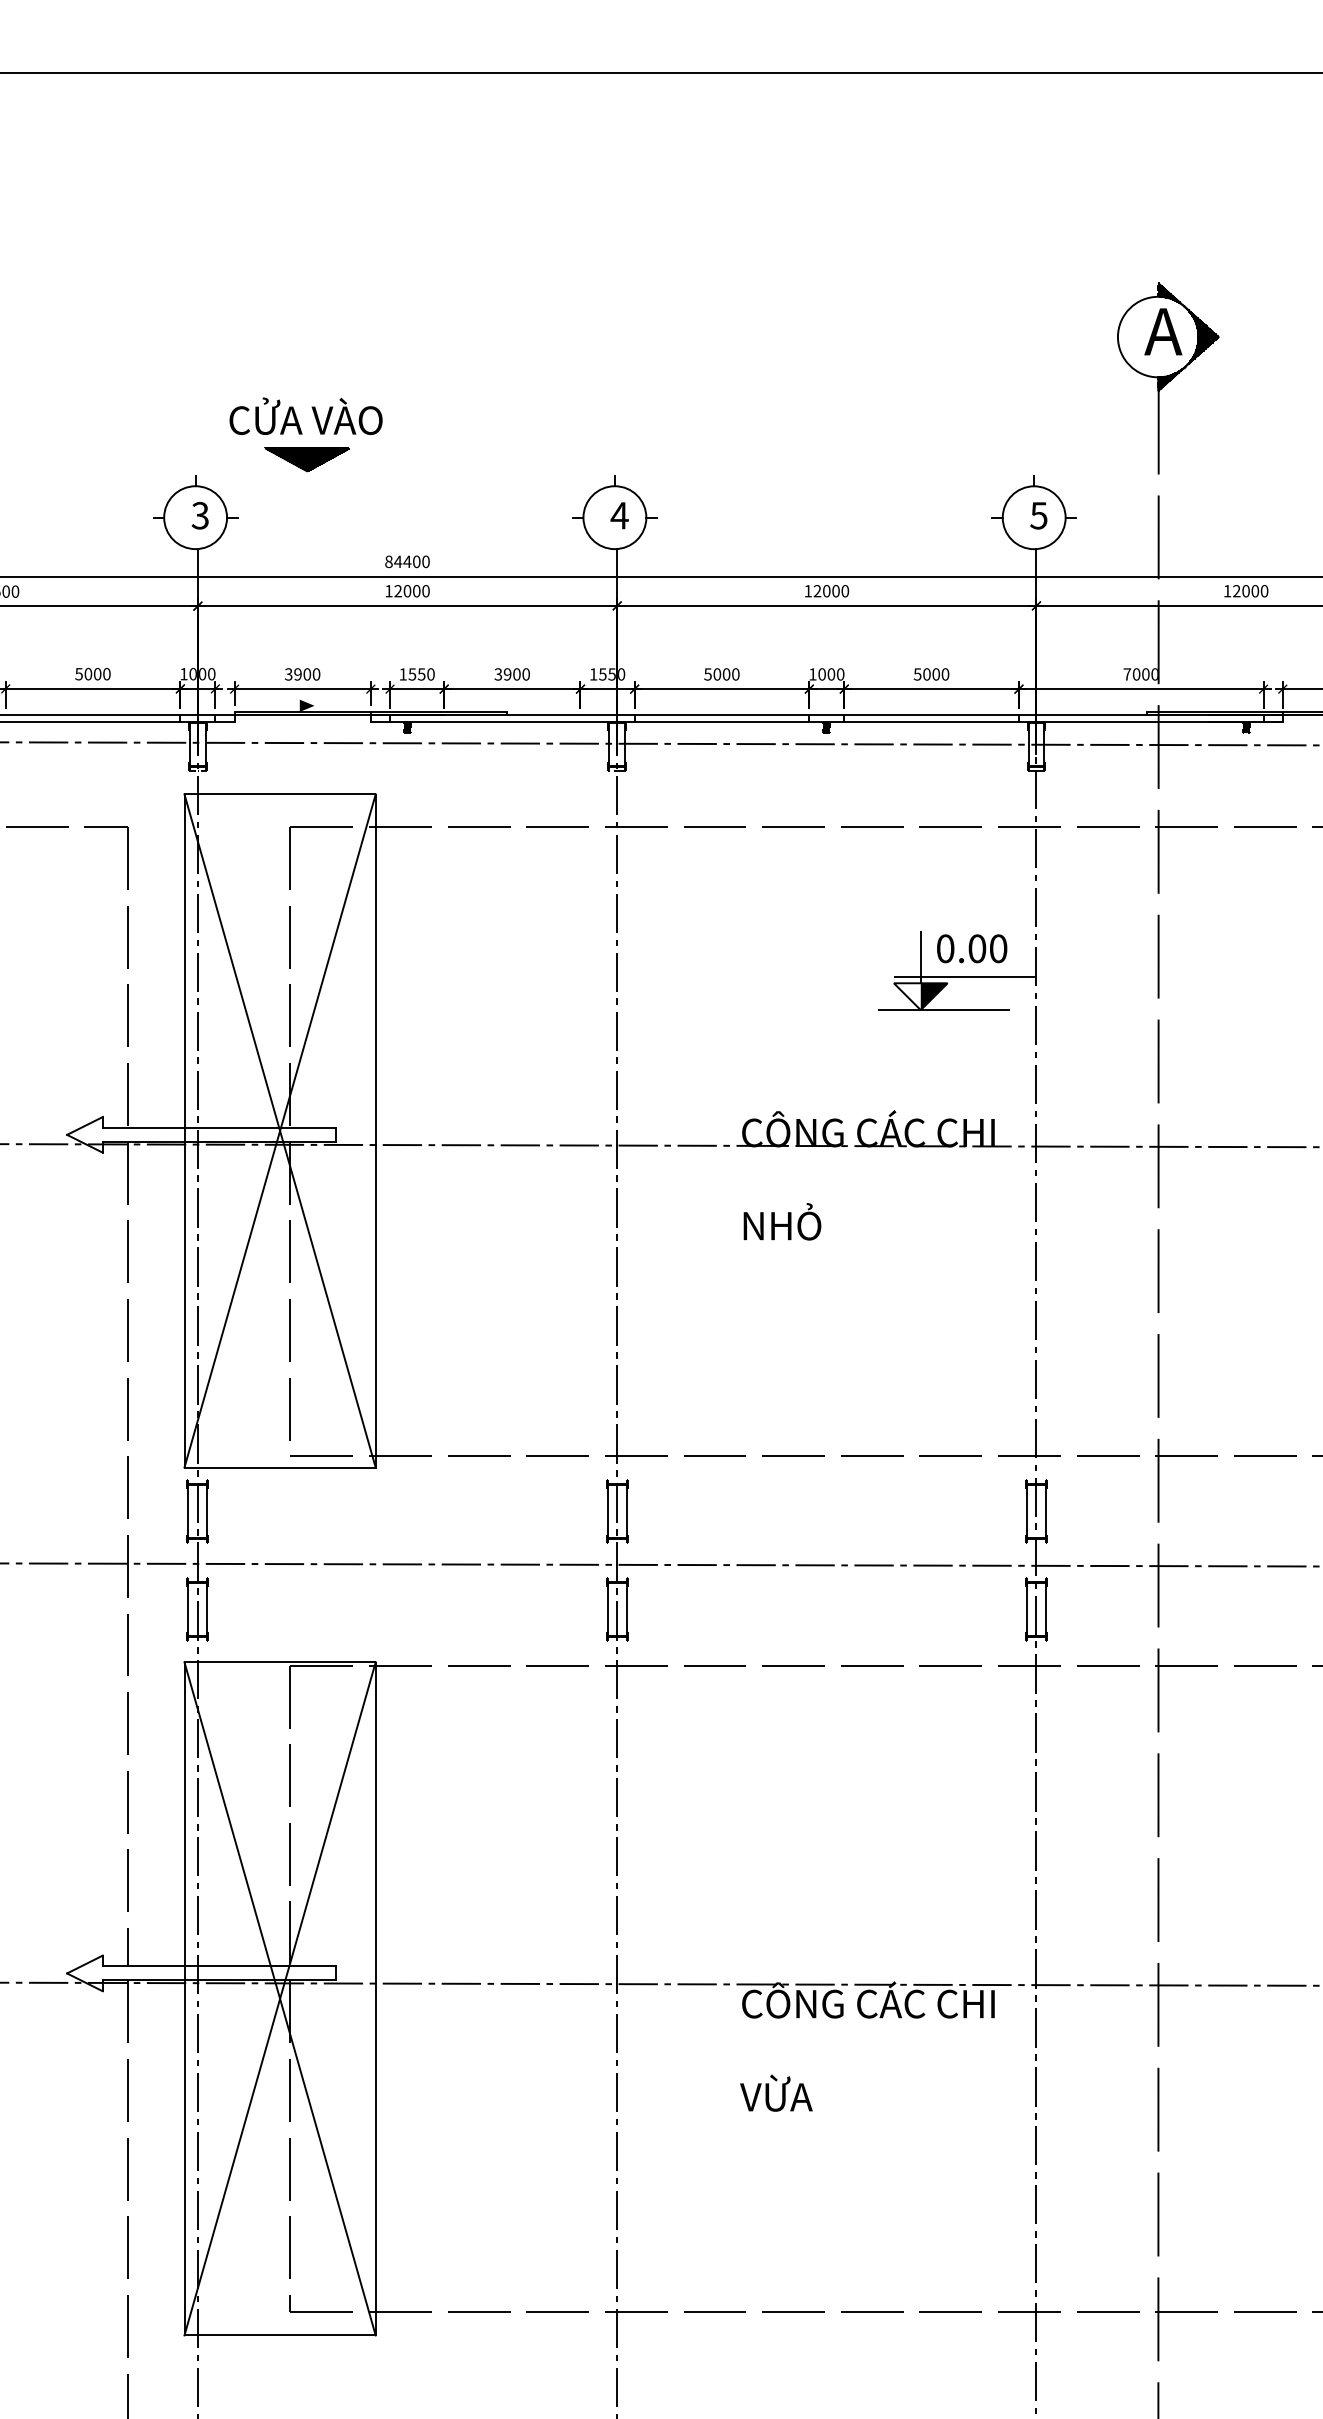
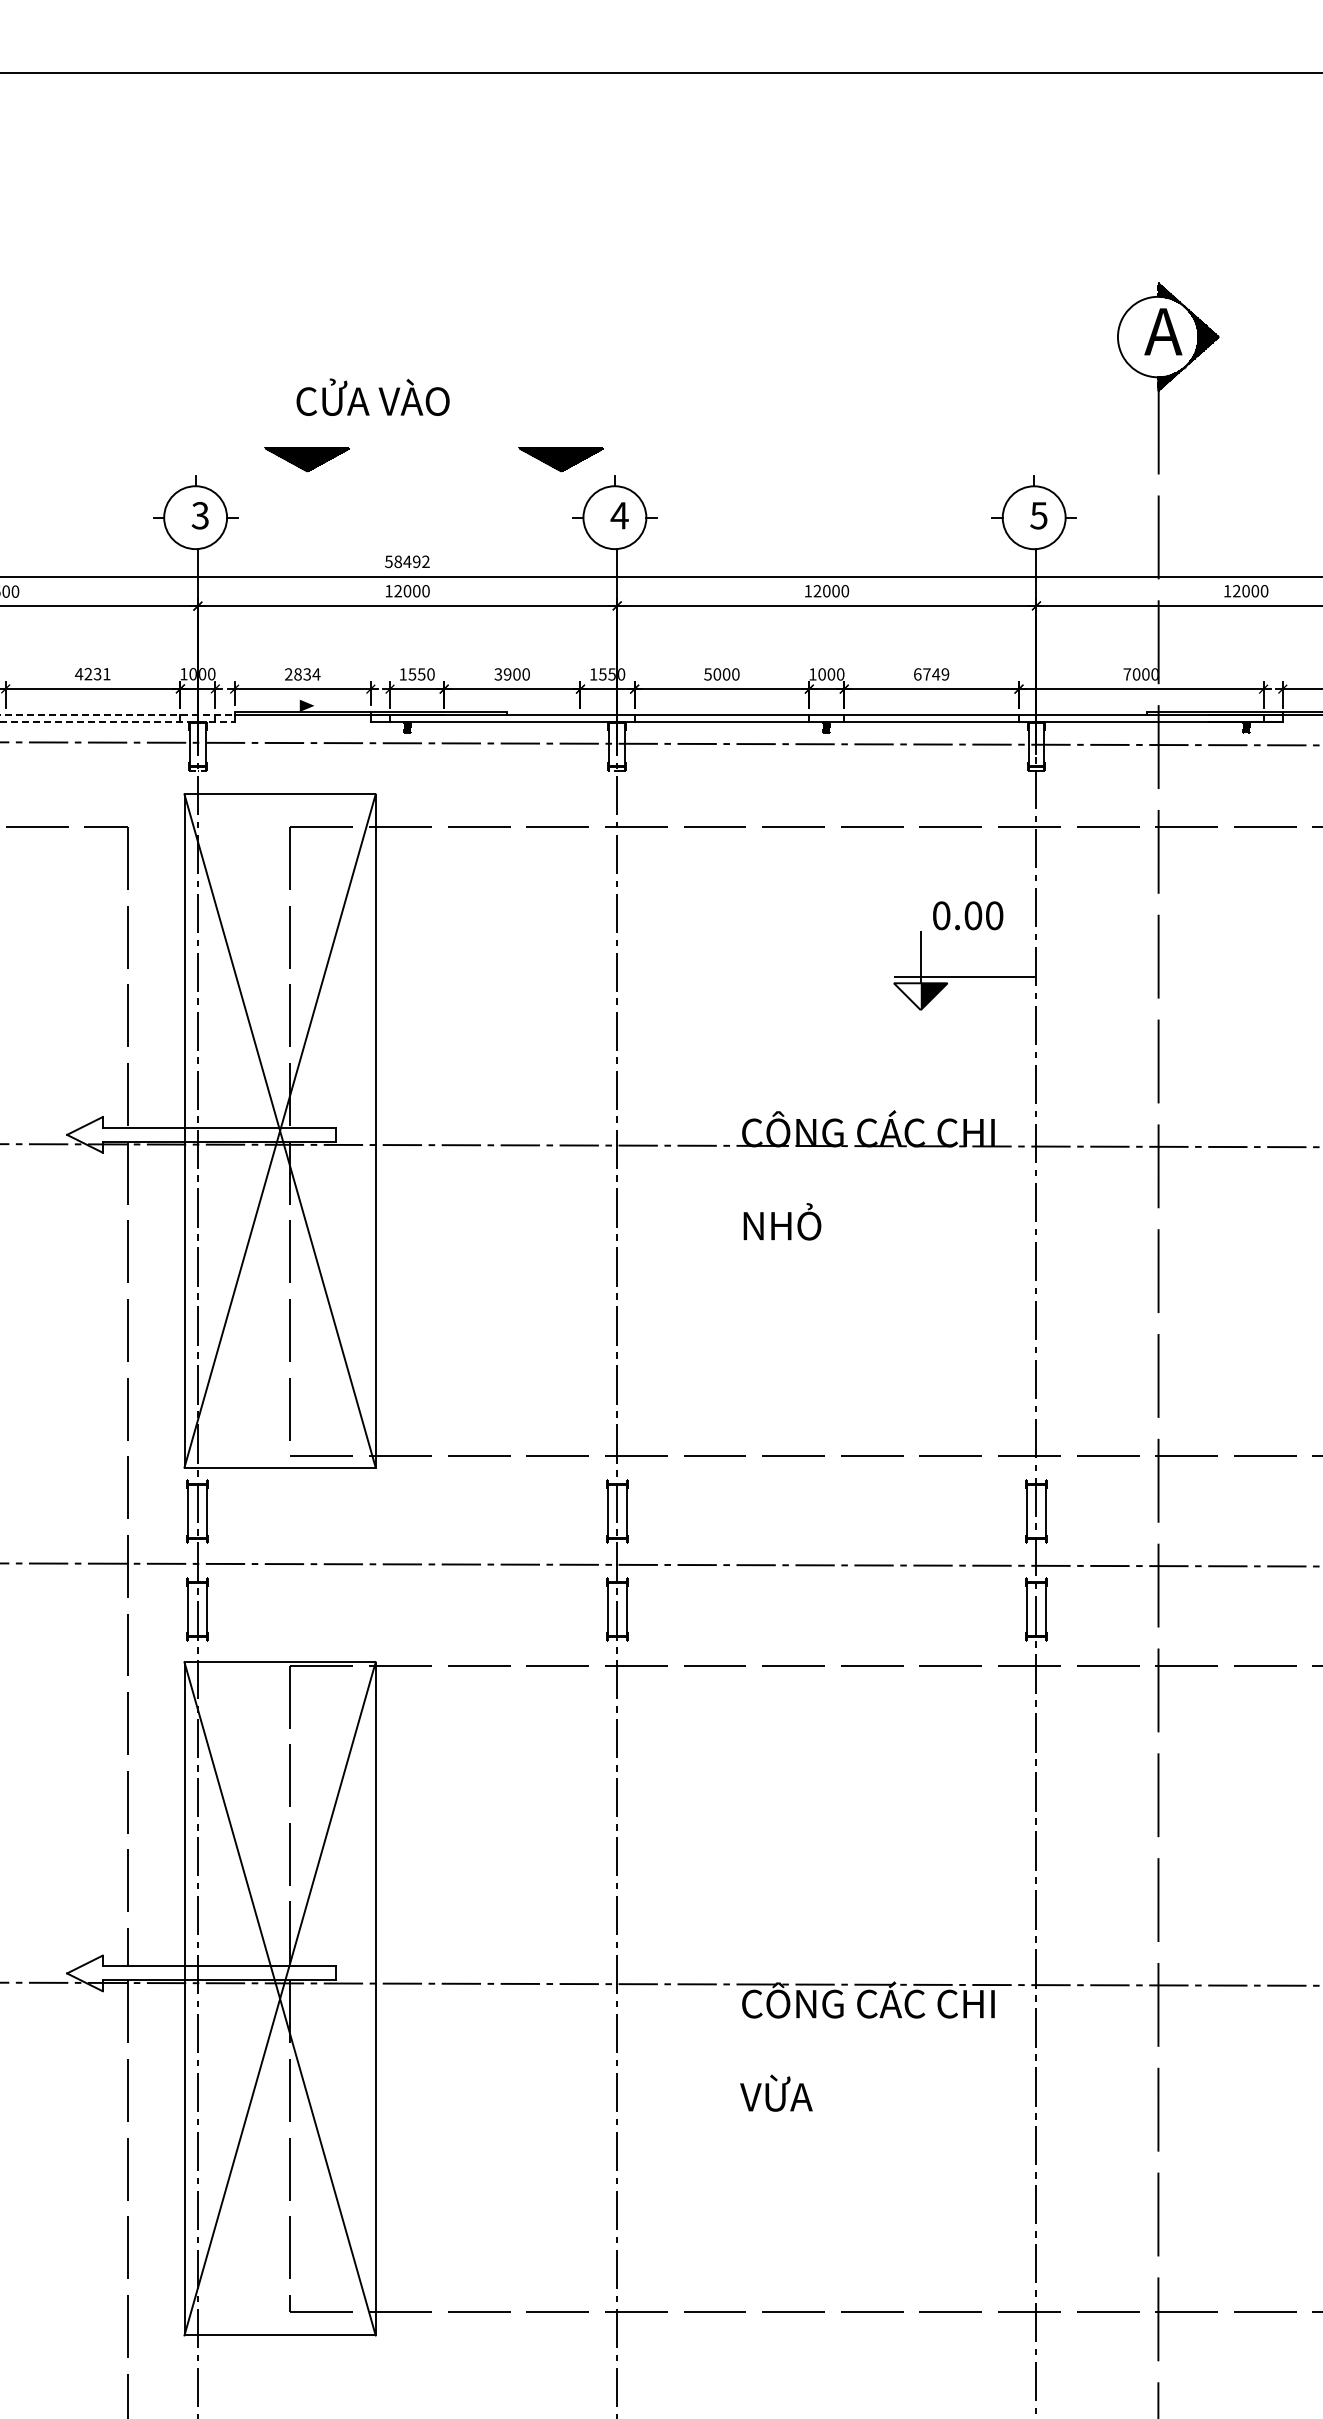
text at (305, 415) position: (305, 415) -> (372, 396)
part at (560, 459): none -> present
text at (407, 561): 84400 -> 58492
text at (92, 674): 5000 -> 4231
text at (302, 674): 3900 -> 2834
text at (931, 674): 5000 -> 6749
line at (117, 715): solid -> dashed
line at (117, 722): solid -> dashed
text at (972, 948) position: (972, 948) -> (968, 915)
line at (943, 1010): present -> none
